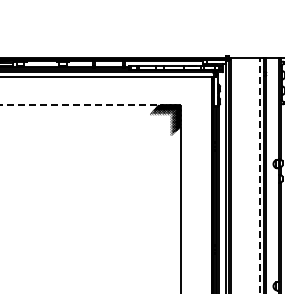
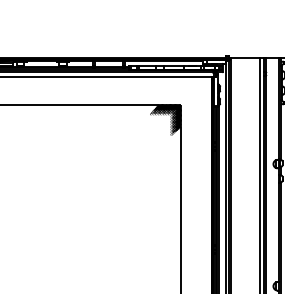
line at (80, 105): dashed -> solid
line at (259, 175): dashed -> solid
